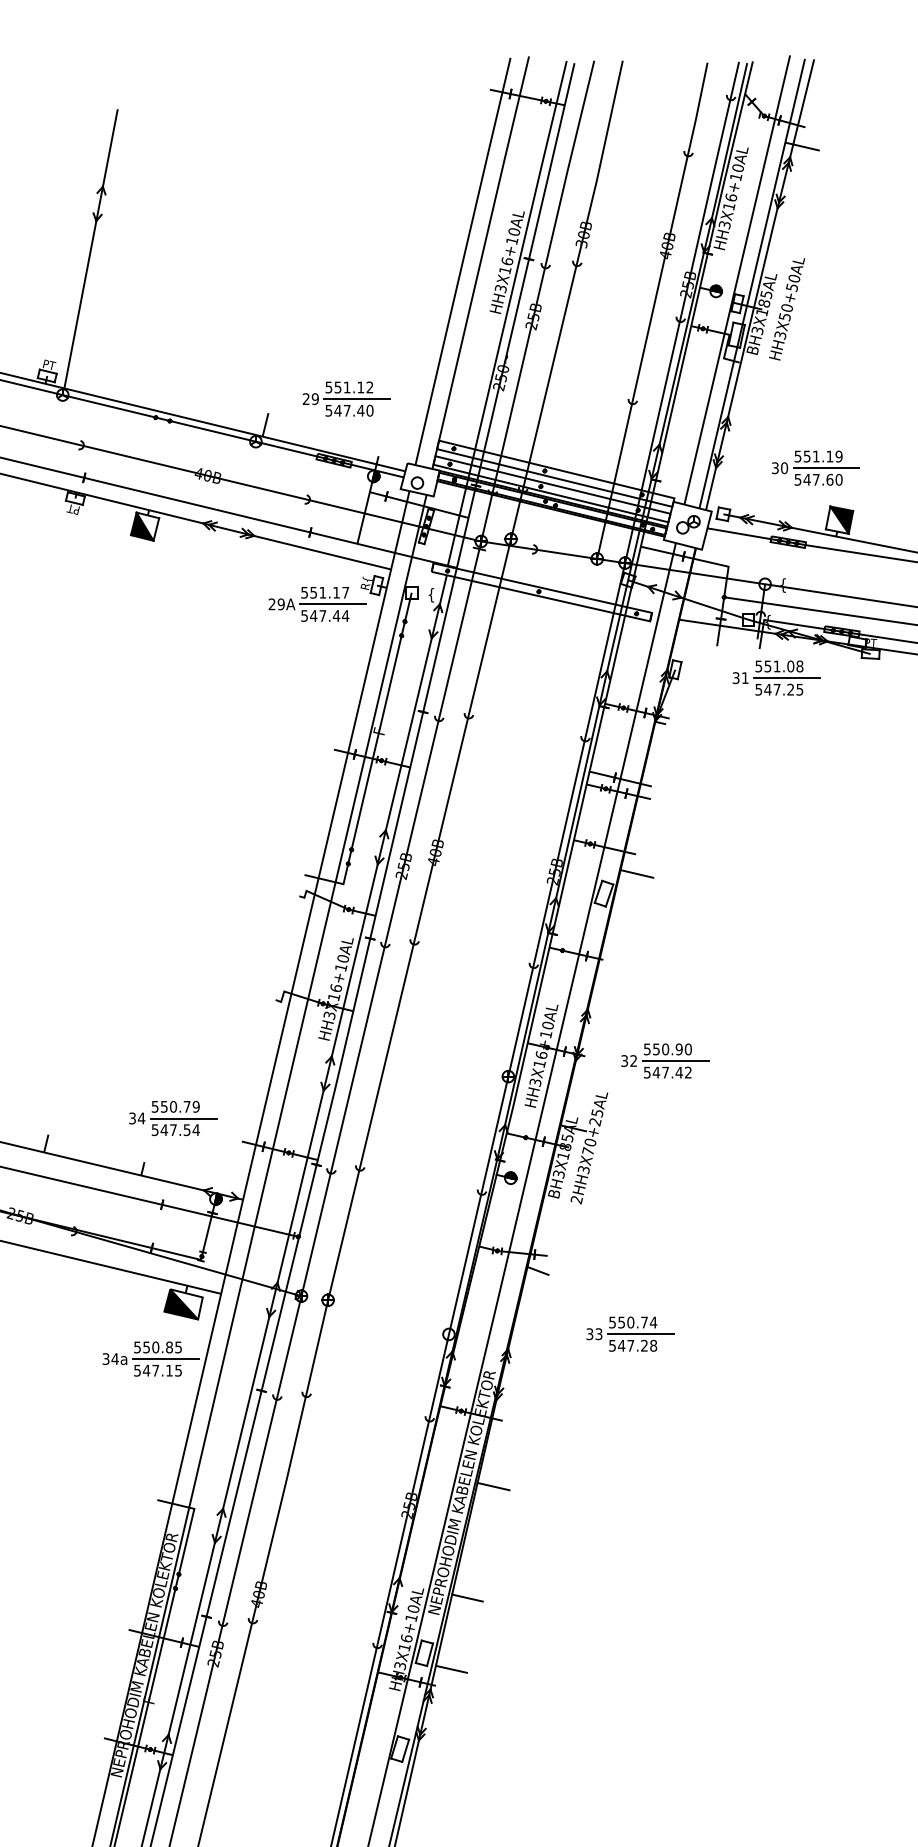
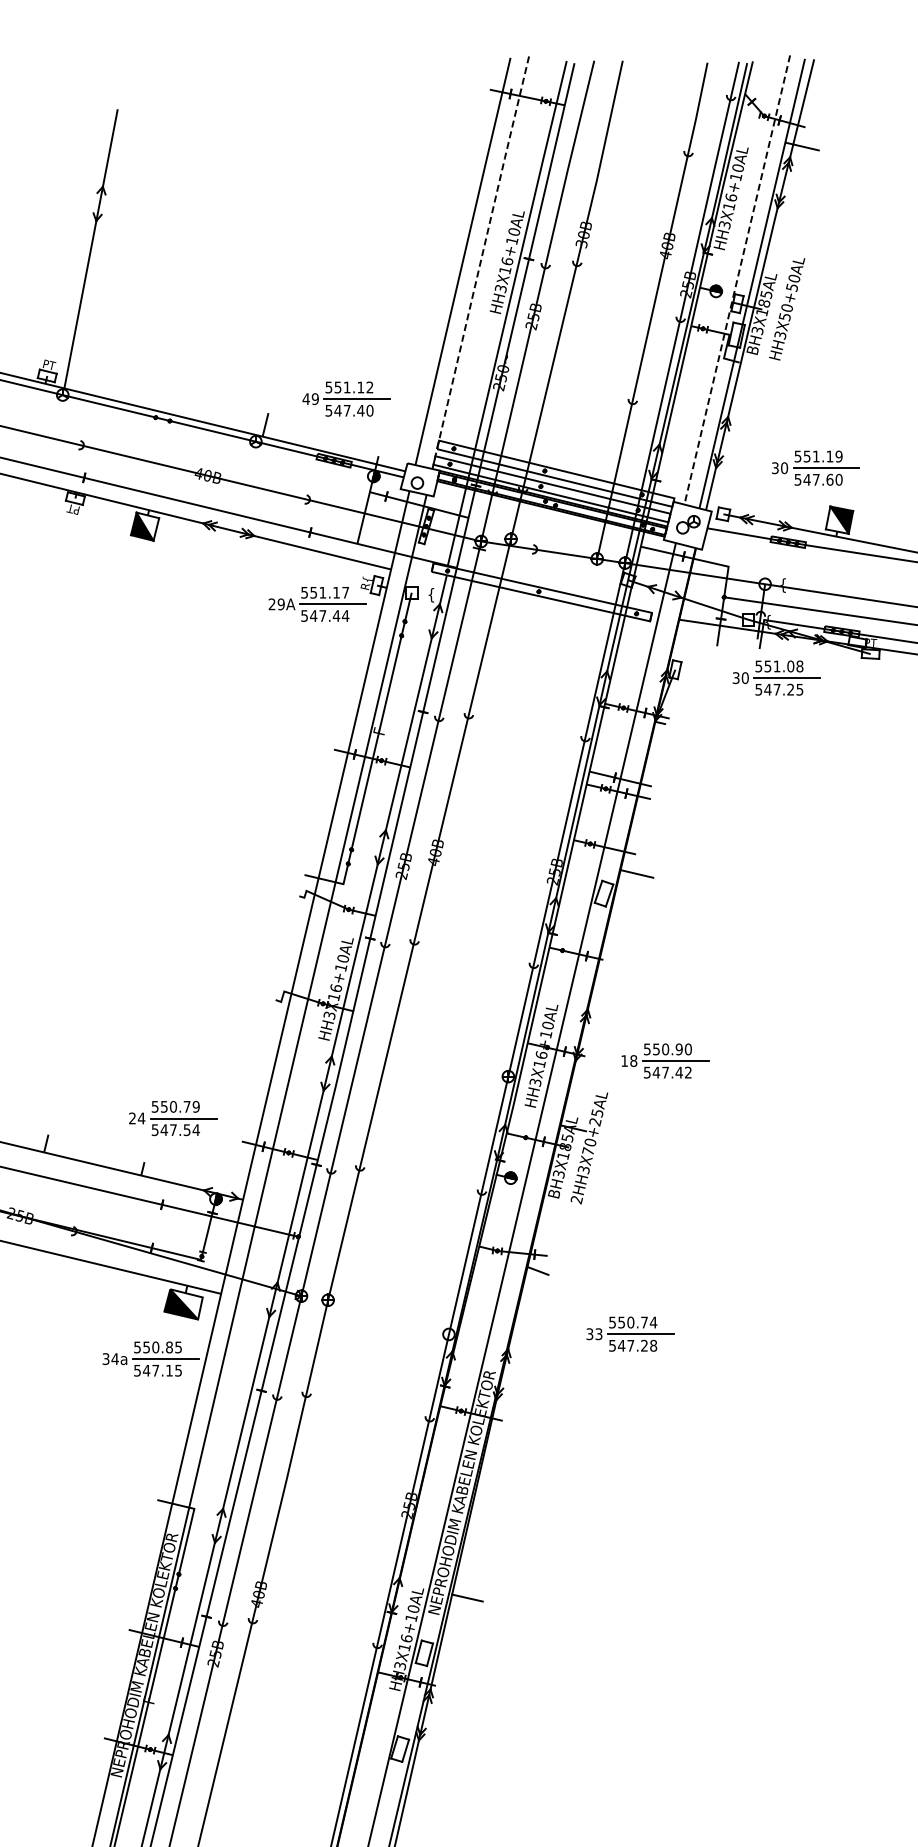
line at (480, 261): solid -> dashed
line at (737, 280): solid -> dashed
text at (305, 398): 29 -> 49
text at (744, 678): 31 -> 30
text at (629, 1060): 32 -> 18
text at (132, 1118): 34 -> 24
line at (493, 1486): present -> none
line at (450, 1668): present -> none
